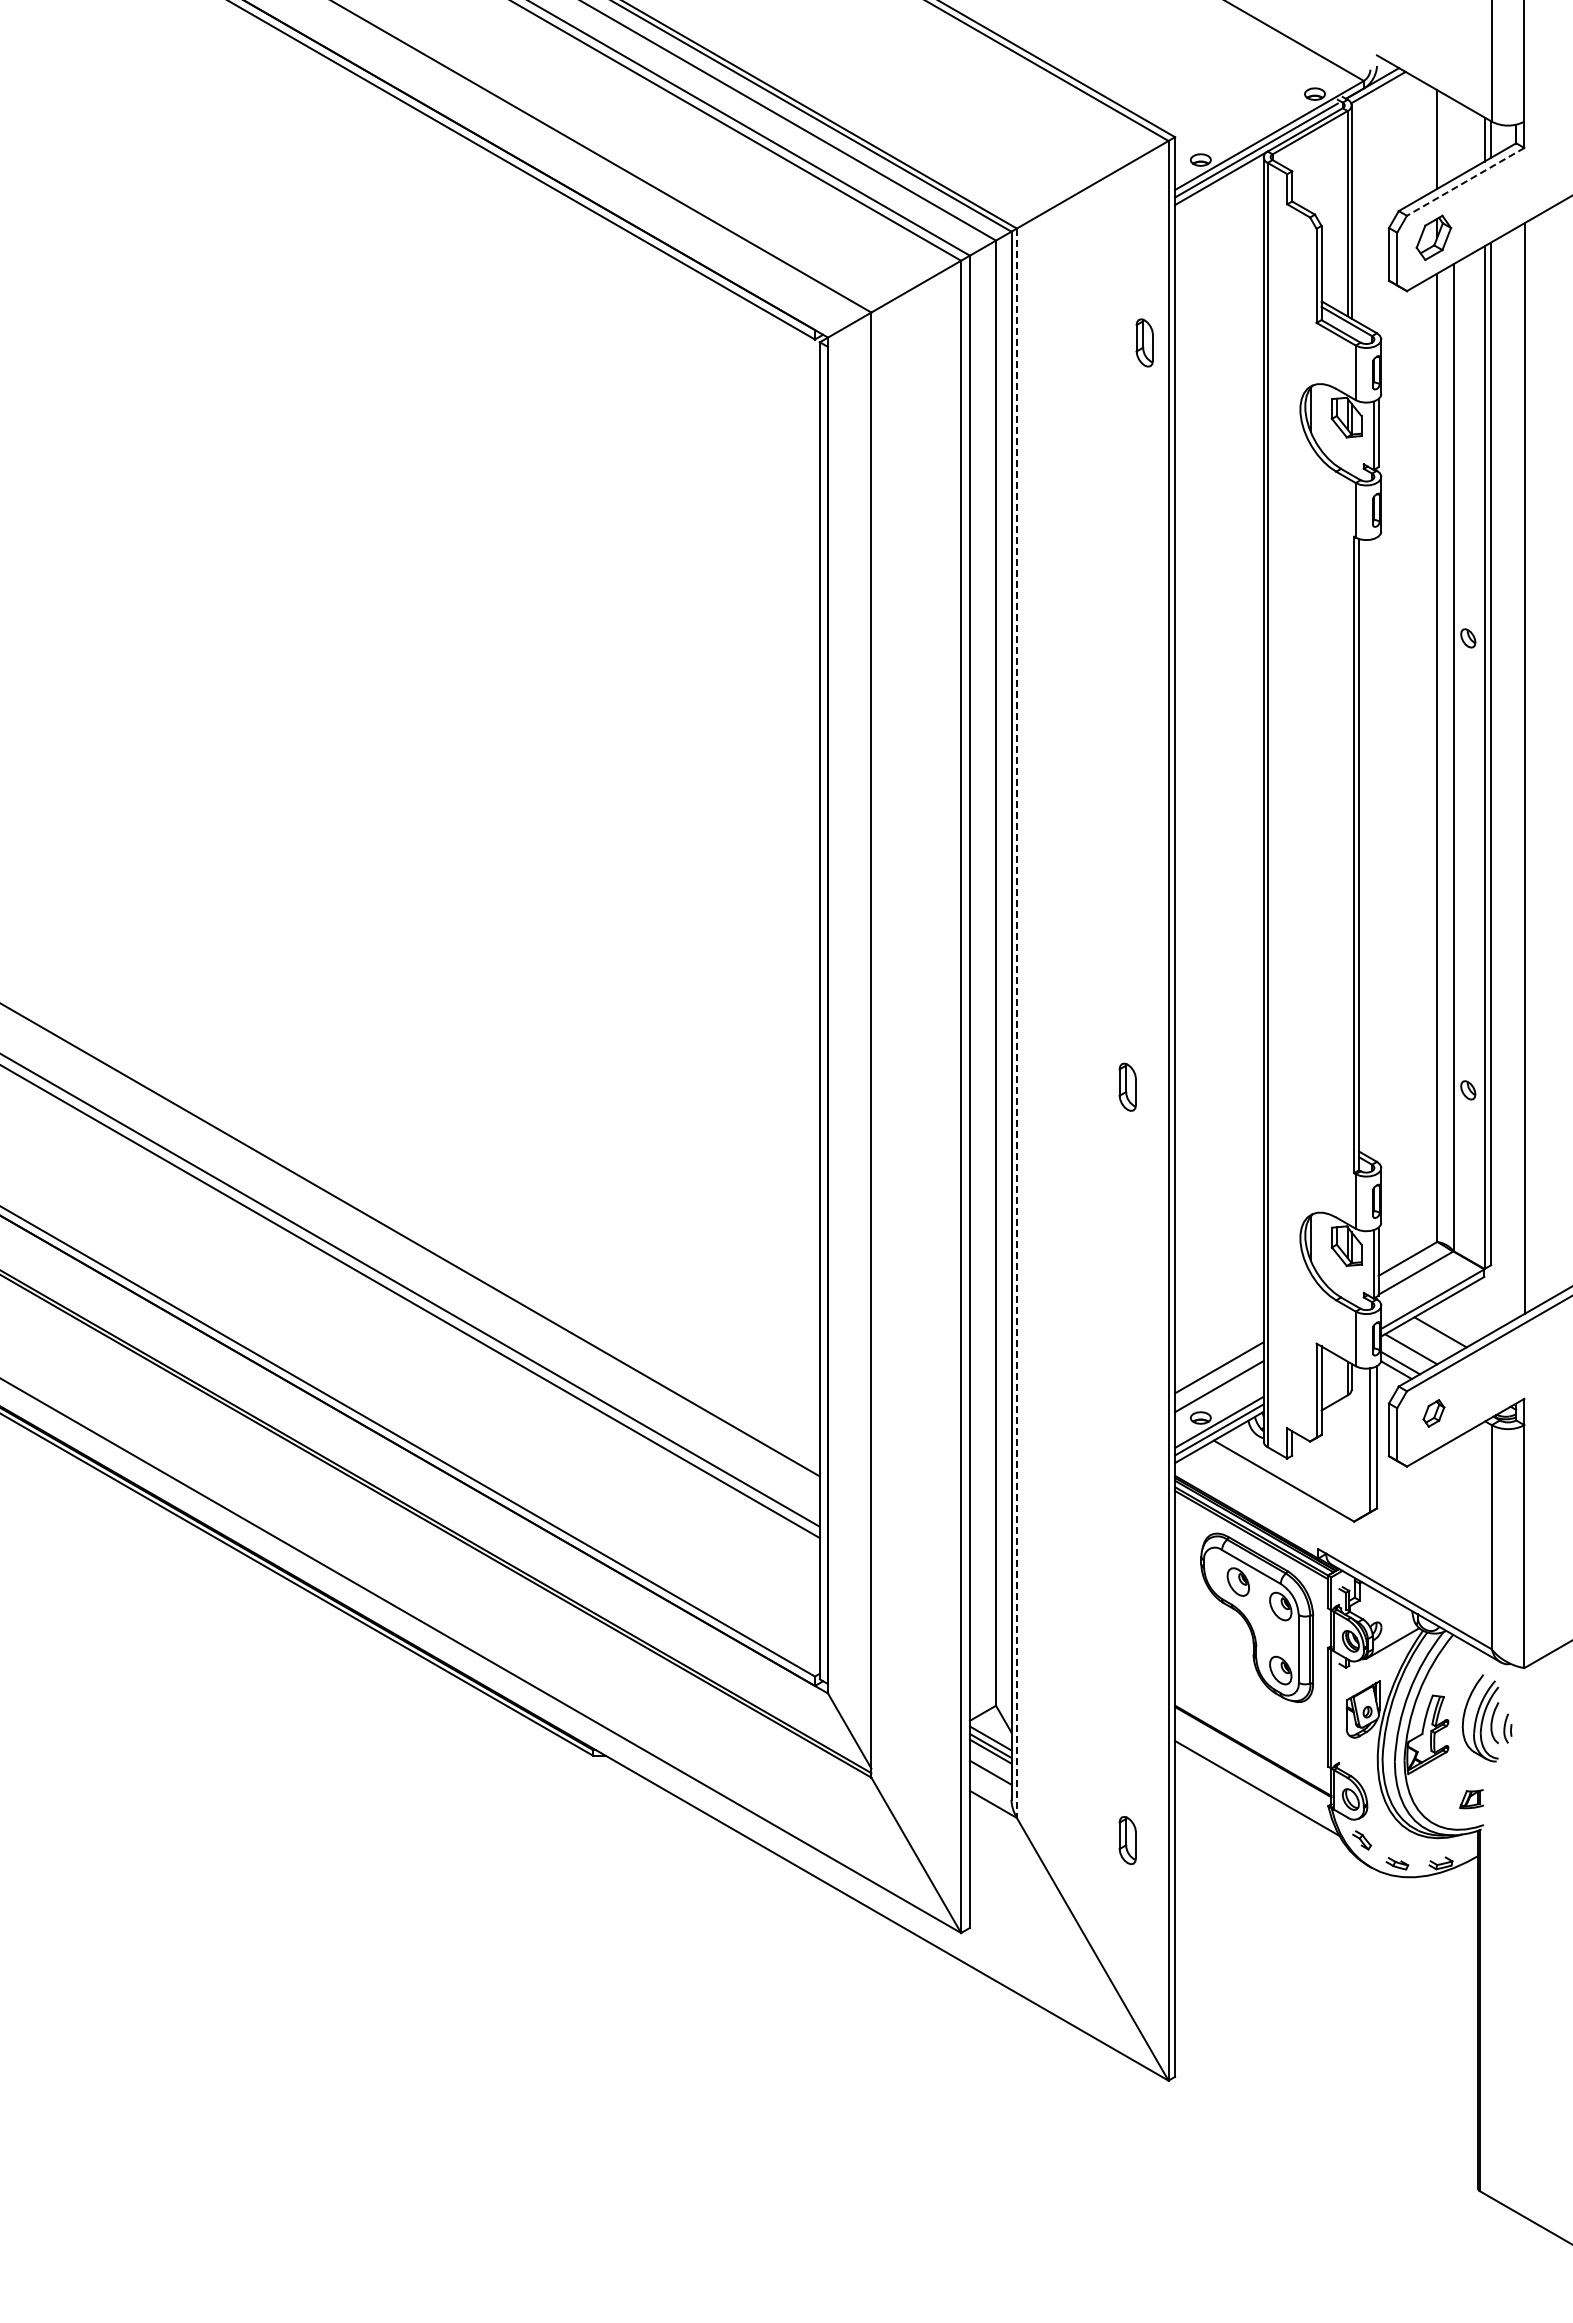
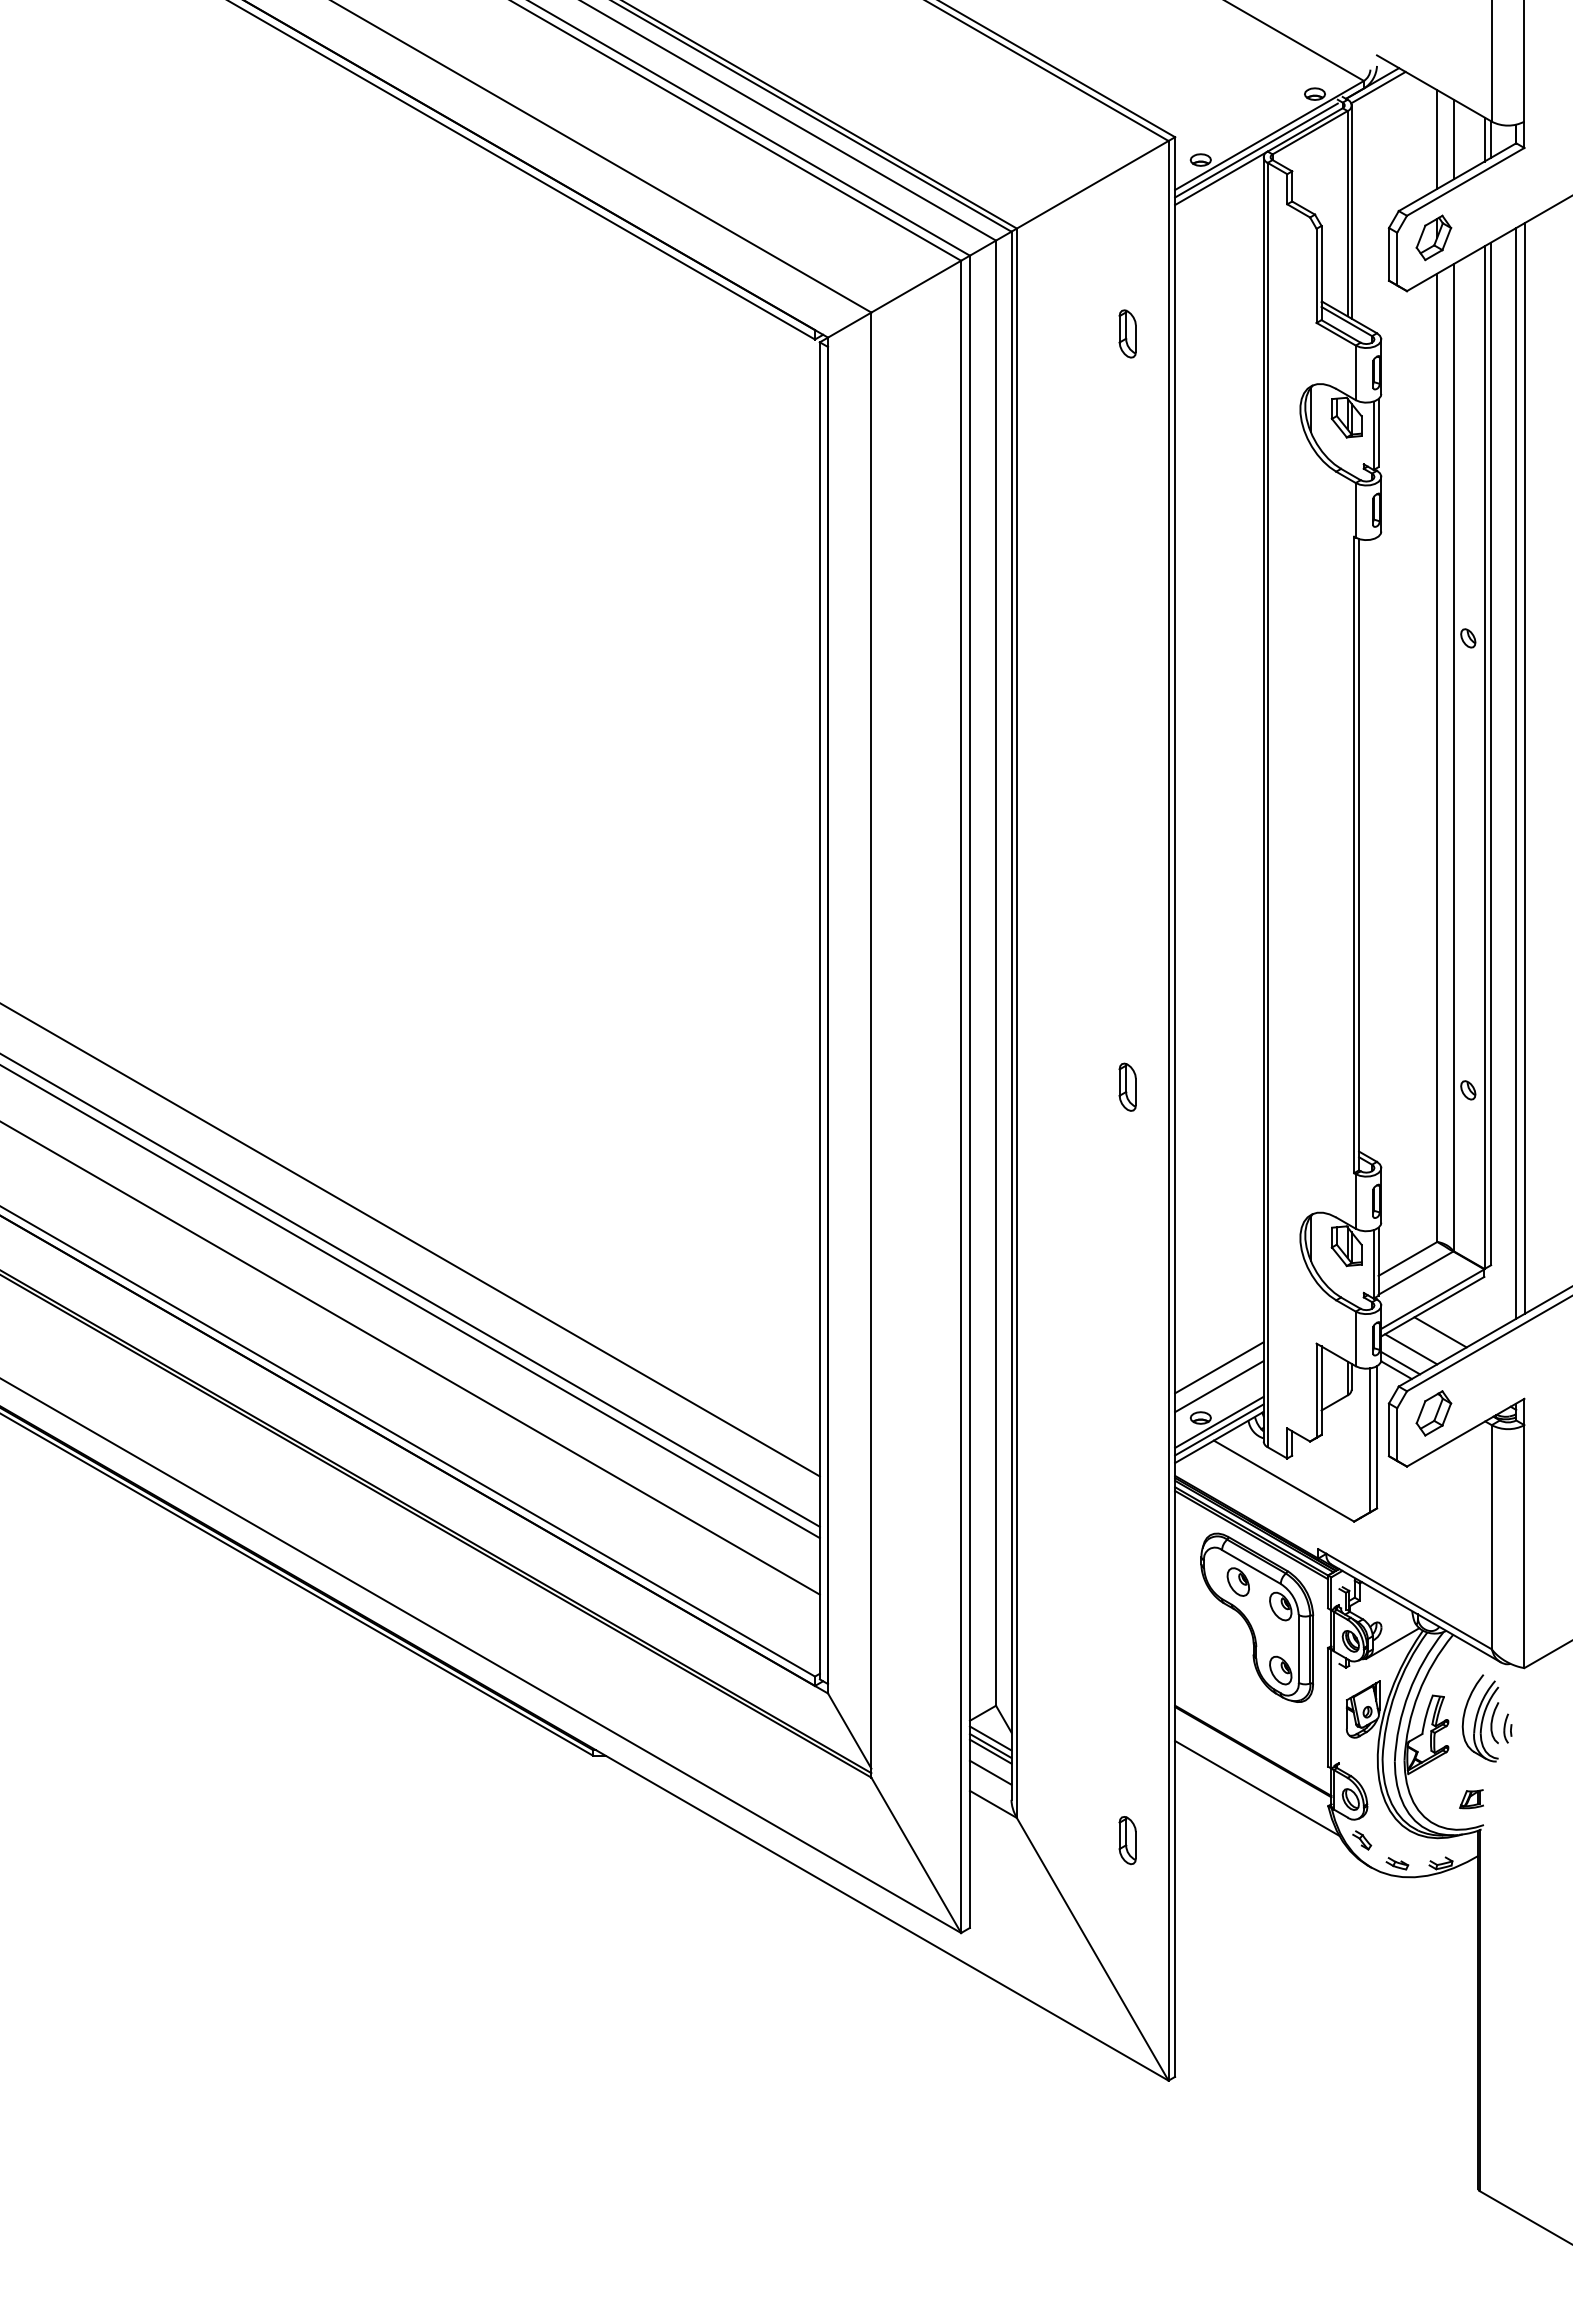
line at (1453, 139): none -> present
line at (1465, 181): dashed -> solid
part at (1144, 342) position: (1144, 342) -> (1127, 333)
line at (1515, 773): none -> present
line at (1016, 1023): dashed -> solid
line at (410, 1358): none -> present
part at (1433, 1413) size: 24x29 px -> 38x47 px
